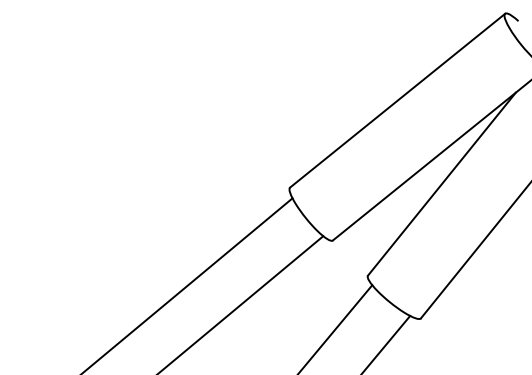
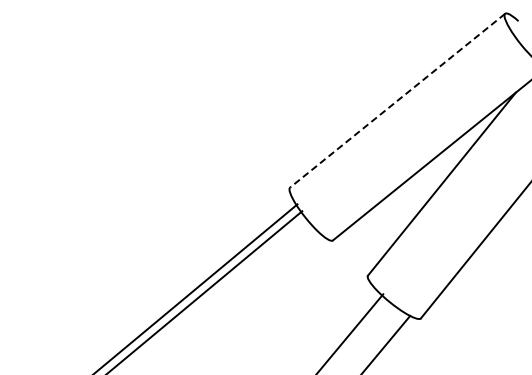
line at (397, 100): solid -> dashed
line at (188, 284) position: (188, 284) -> (196, 287)
line at (242, 303) position: (242, 303) -> (206, 291)
line at (336, 328) position: (336, 328) -> (350, 332)
